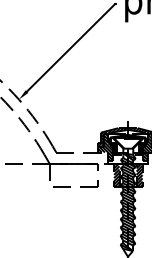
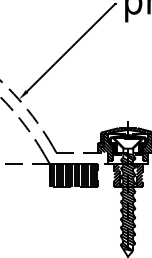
hatch at (73, 174): none -> present
